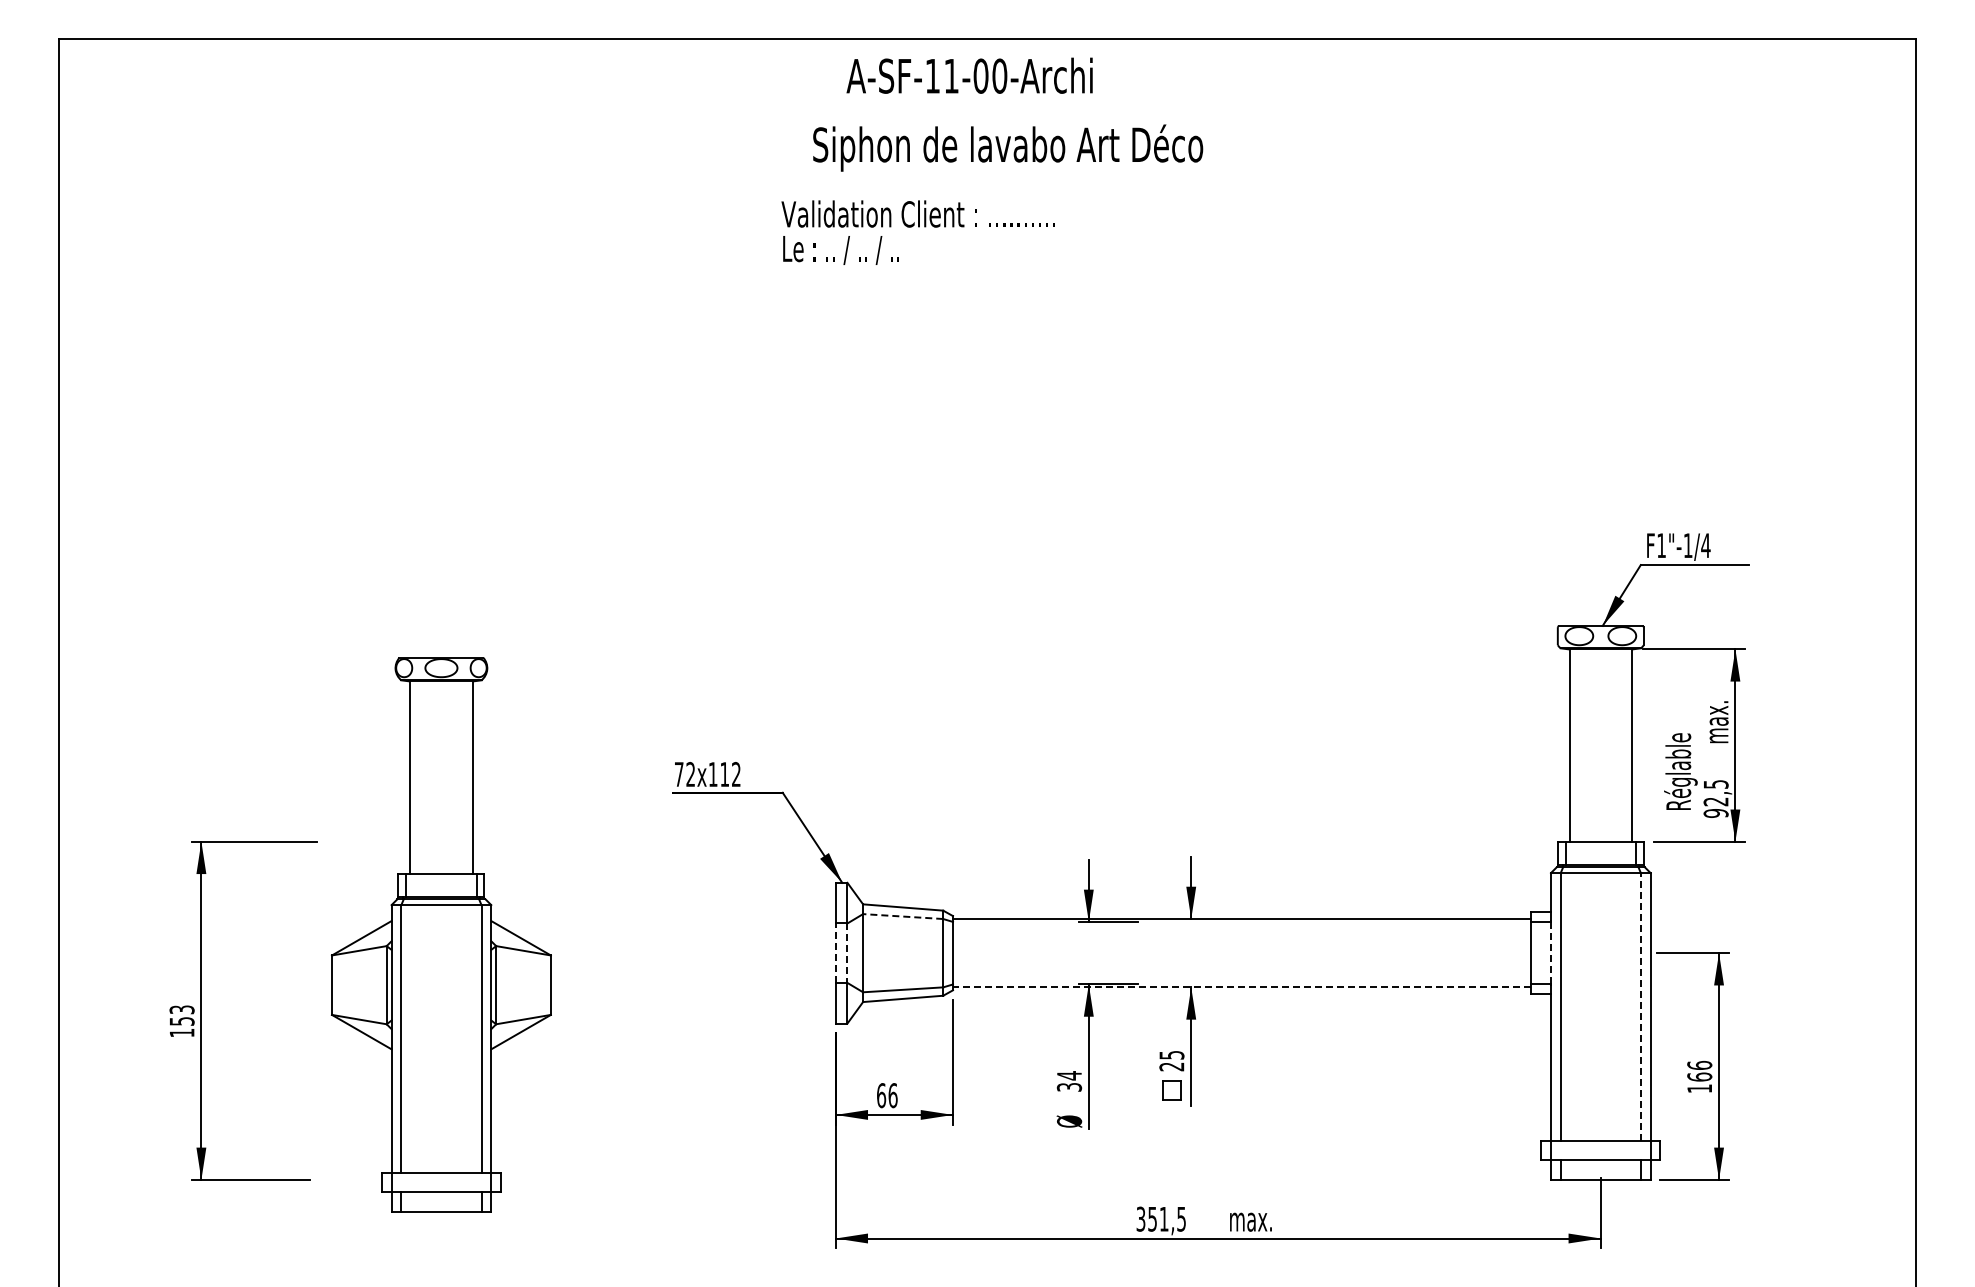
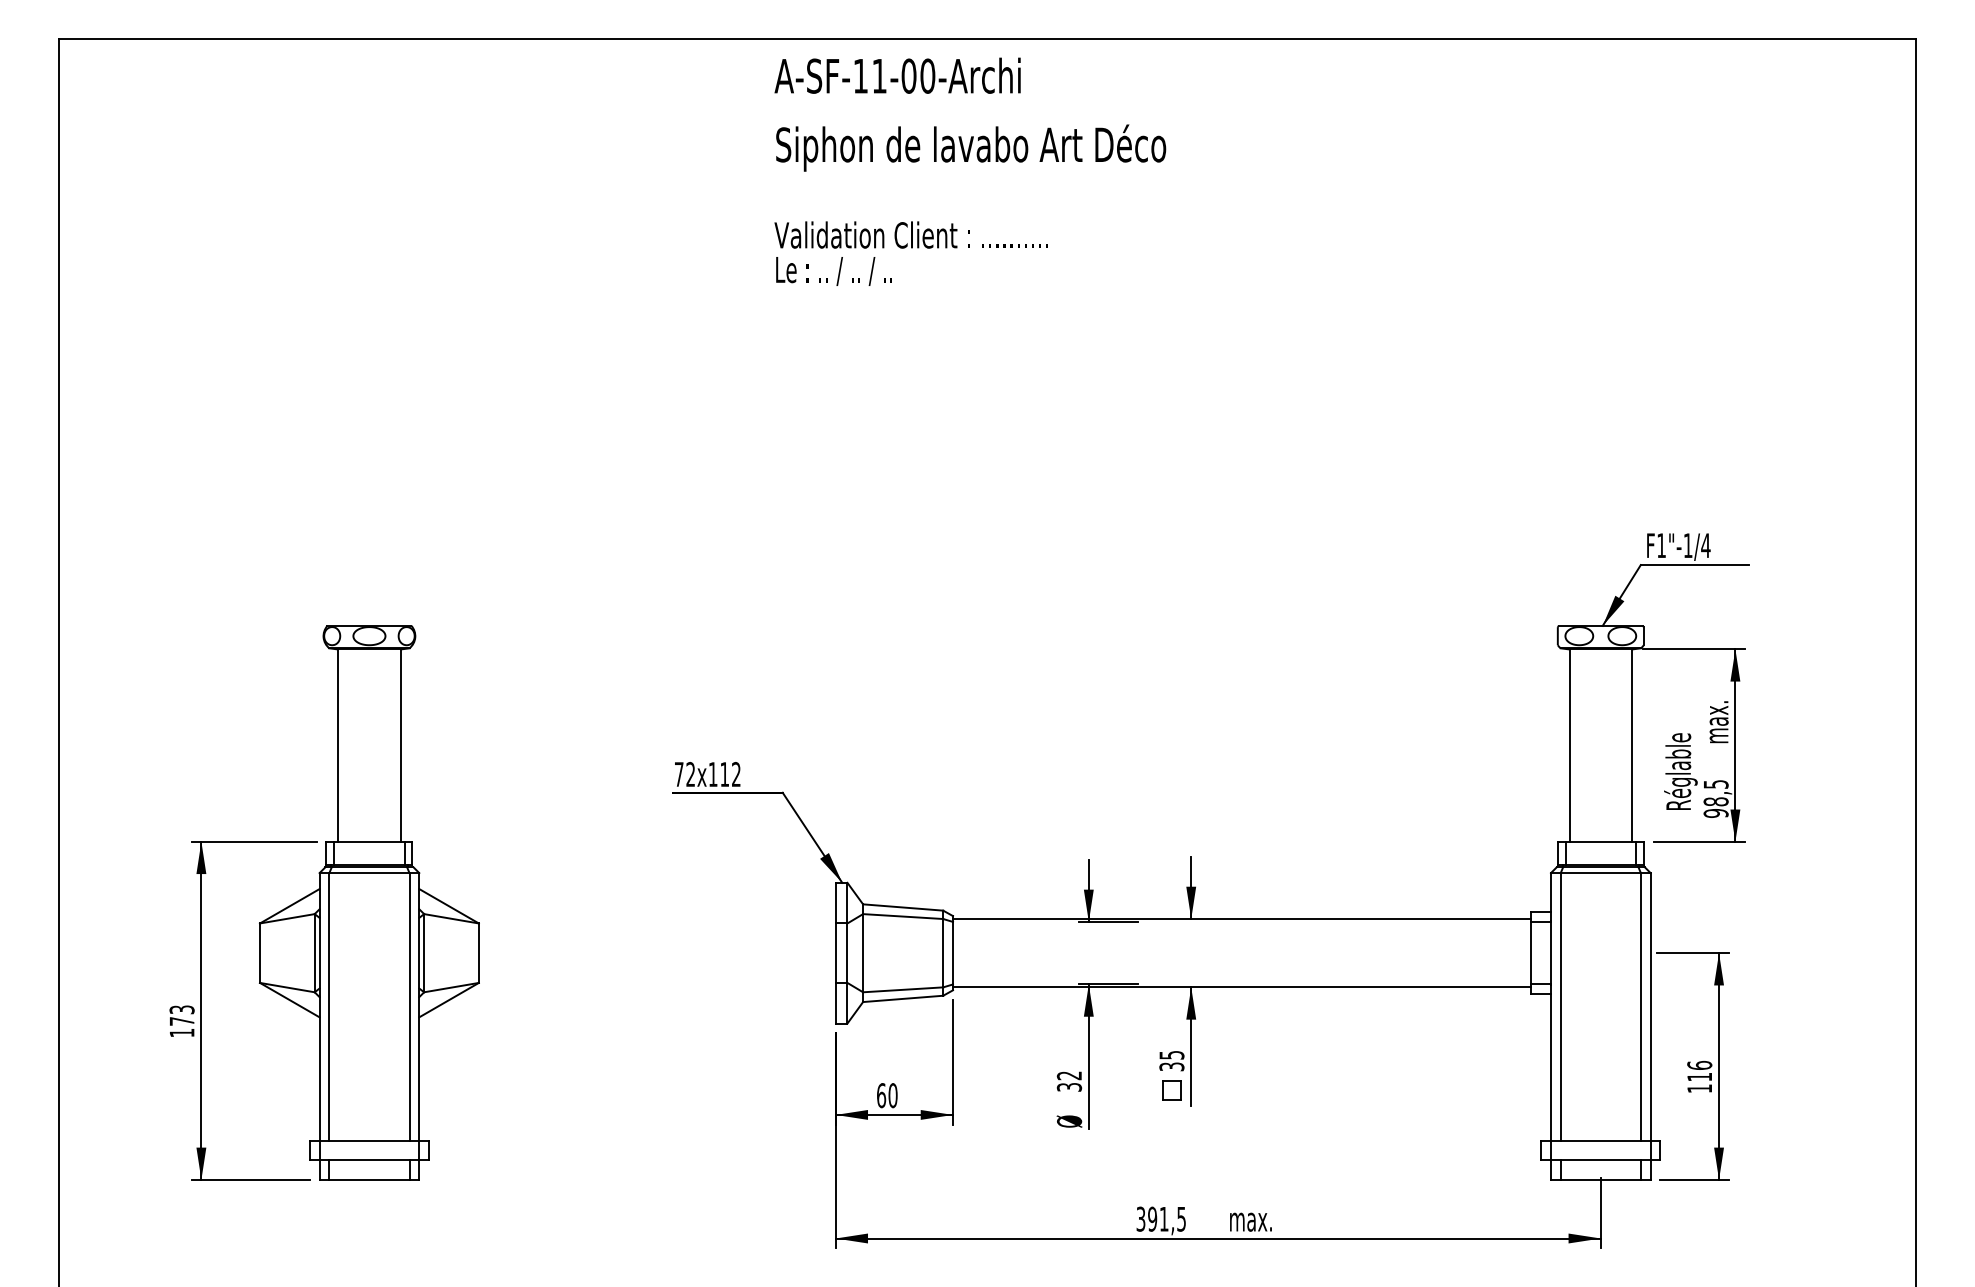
text at (969, 75) position: (969, 75) -> (897, 75)
text at (1008, 147) position: (1008, 147) -> (971, 147)
text at (917, 232) position: (917, 232) -> (910, 253)
text at (1715, 801): 92,5 -> 98,5
line at (902, 916): dashed -> solid
part at (441, 934) position: (441, 934) -> (369, 902)
line at (835, 953): dashed -> solid
line at (847, 953): dashed -> solid
line at (1550, 953): dashed -> solid
line at (1241, 987): dashed -> solid
line at (1640, 1006): dashed -> solid
text at (182, 1021): 153 -> 173
text at (1171, 1066): 25 -> 35
text at (1068, 1075): 34 -> 32
text at (1699, 1076): 166 -> 116
text at (892, 1095): 66 -> 60
text at (1152, 1218): 351,5 -> 391,5
